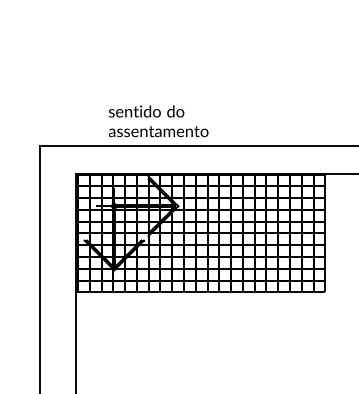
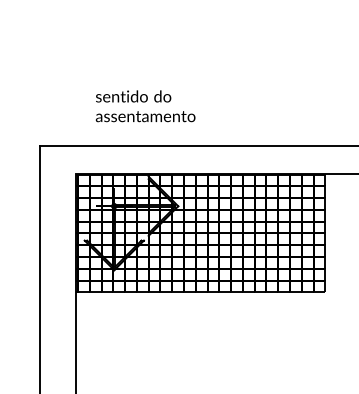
text at (158, 121) position: (158, 121) -> (145, 106)
